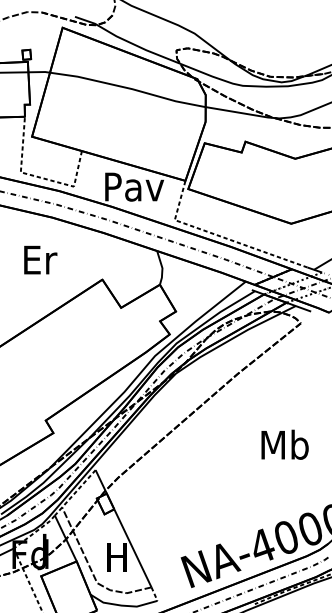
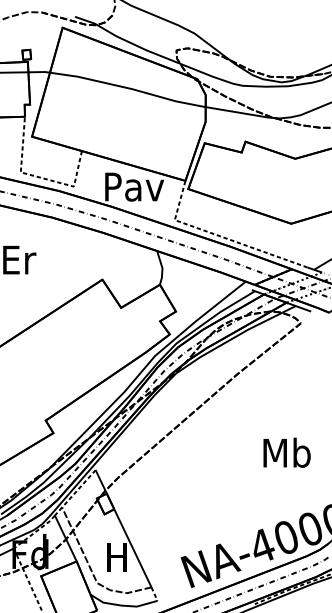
text at (40, 259) position: (40, 259) -> (19, 259)
text at (284, 444) position: (284, 444) -> (286, 452)
